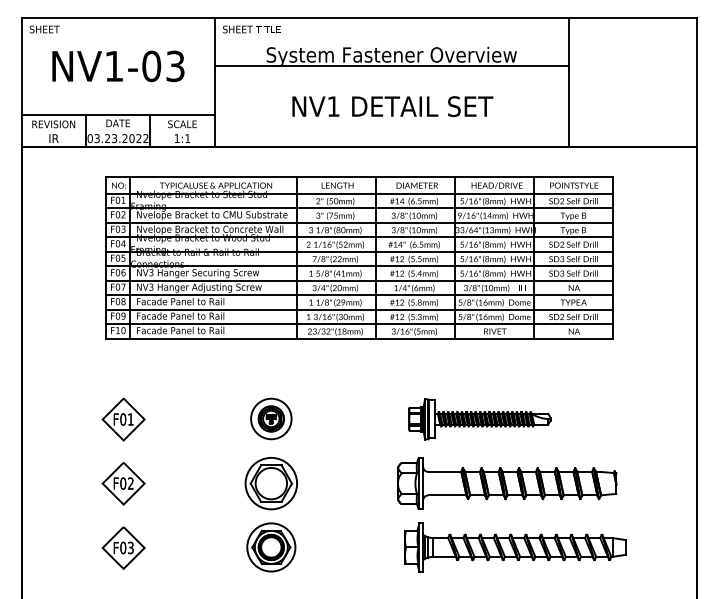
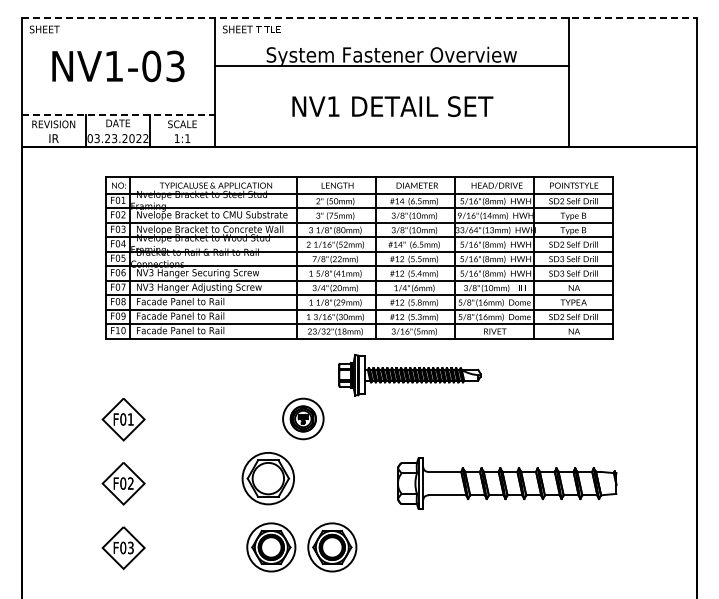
line at (359, 18): solid -> dashed
line at (118, 114): solid -> dashed
part at (271, 418) position: (271, 418) -> (303, 418)
part at (479, 419) position: (479, 419) -> (409, 375)
part at (270, 483) position: (270, 483) -> (267, 478)
part at (332, 547): none -> present
part at (515, 547): present -> none
